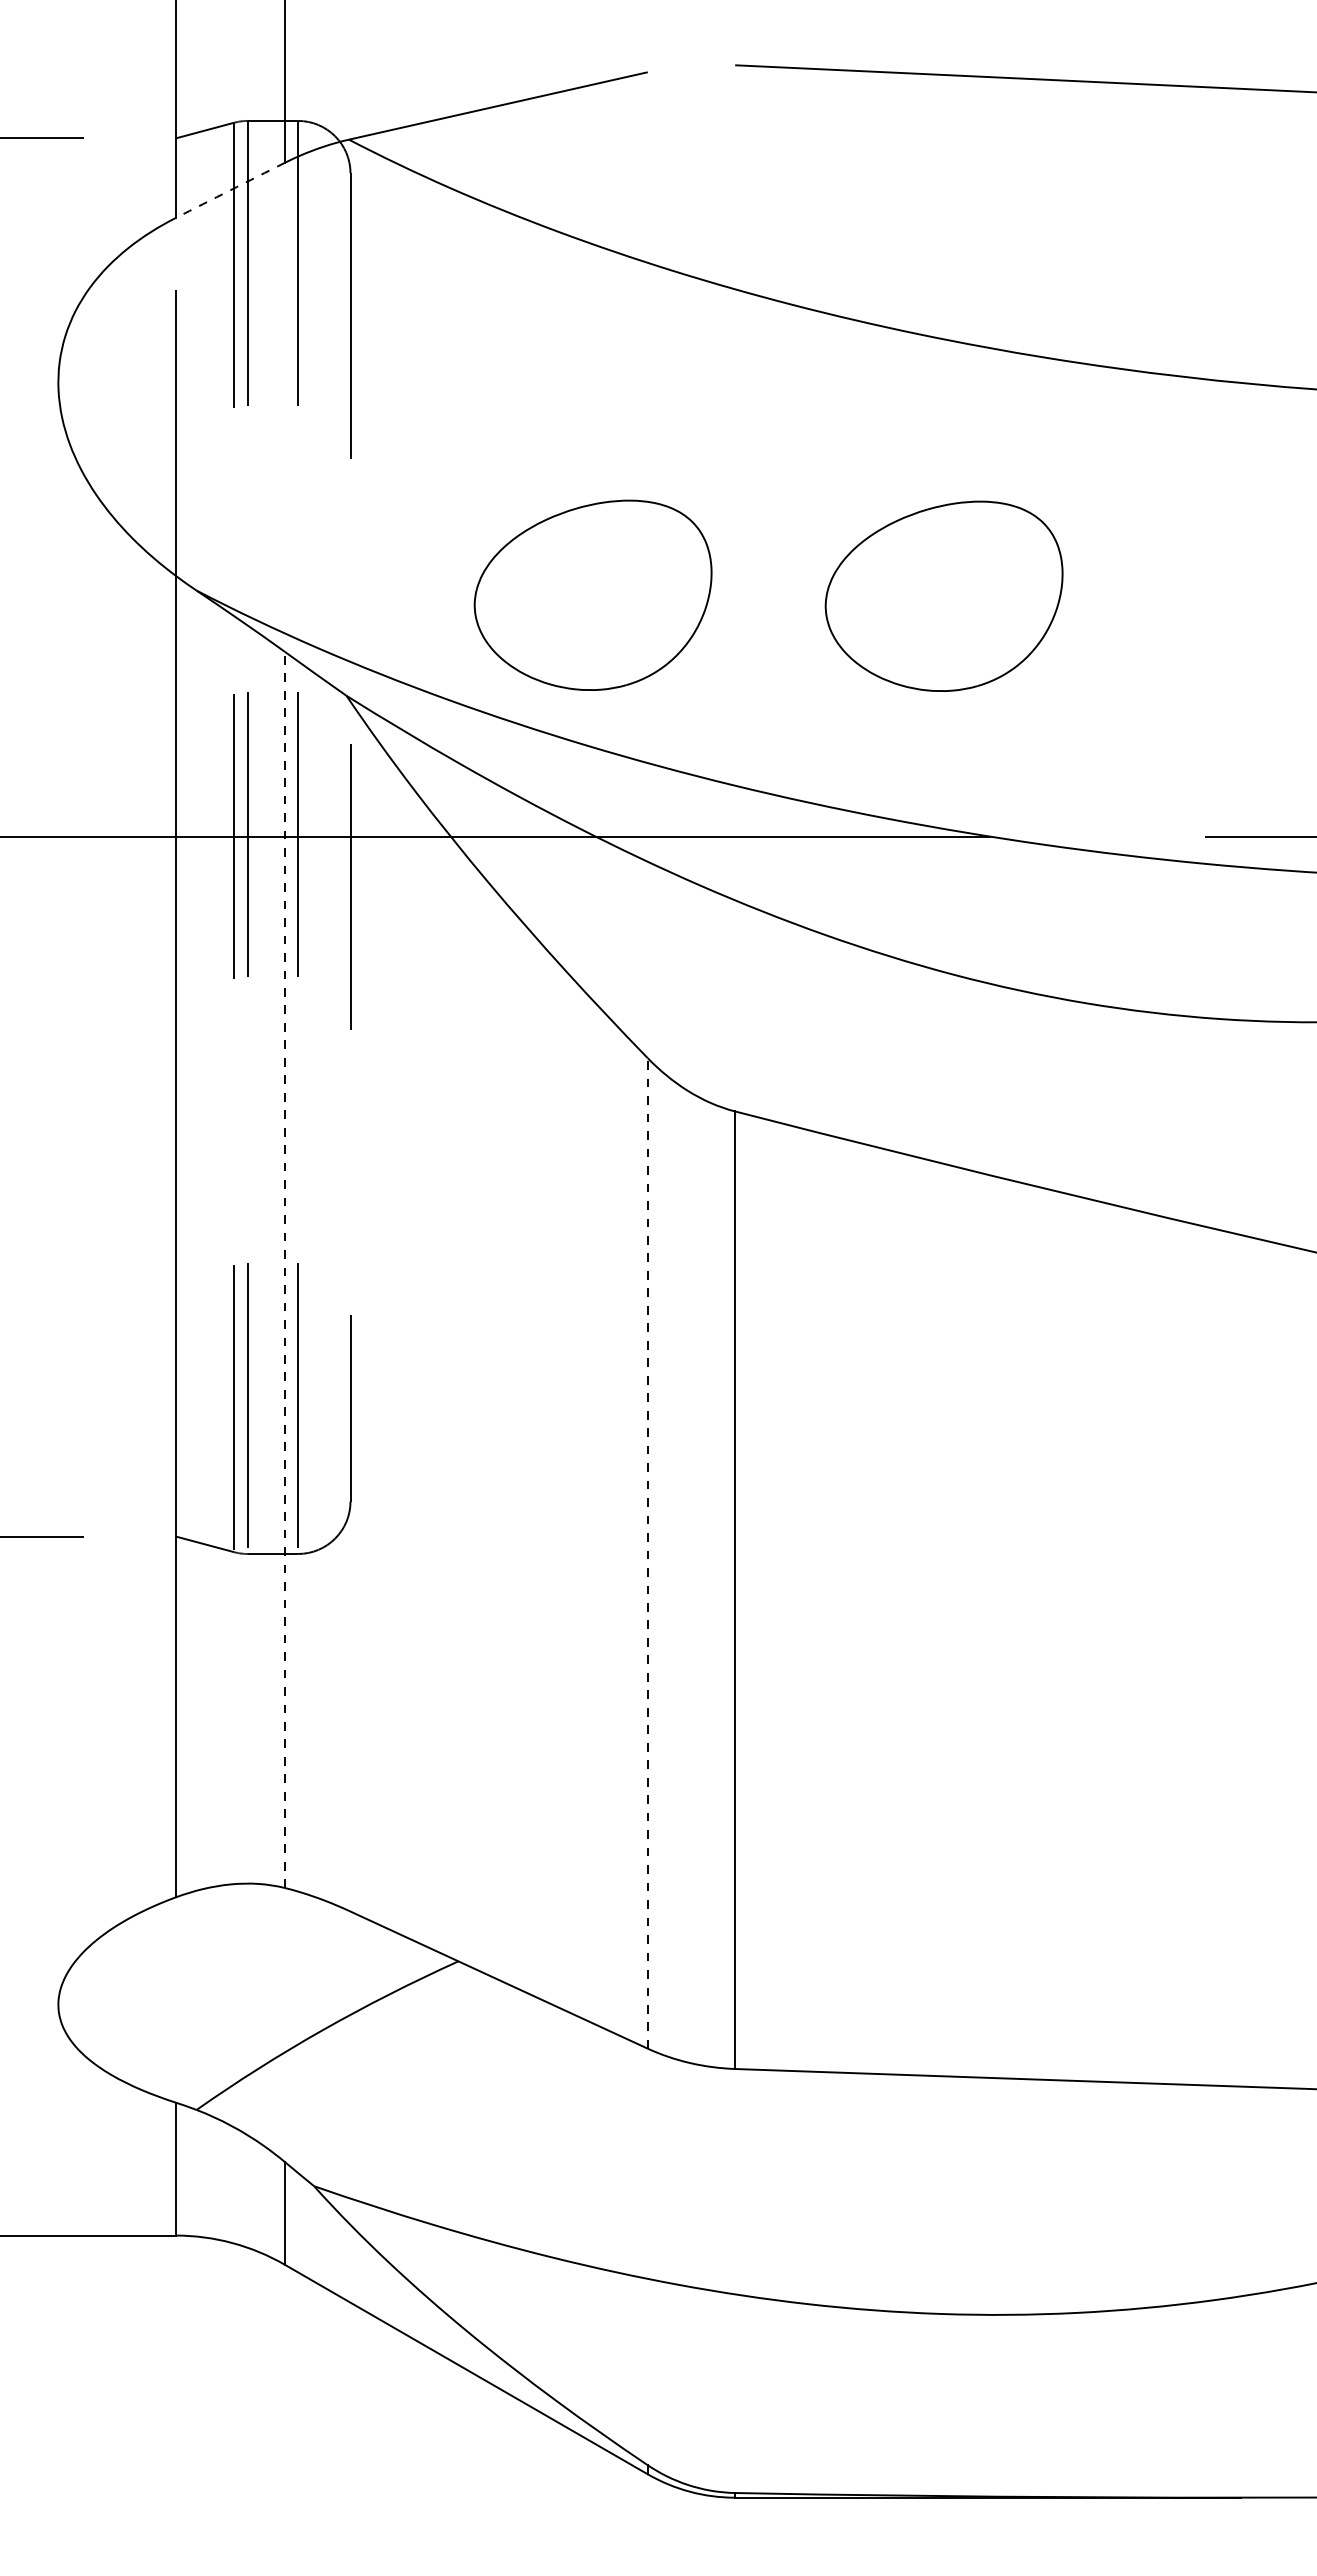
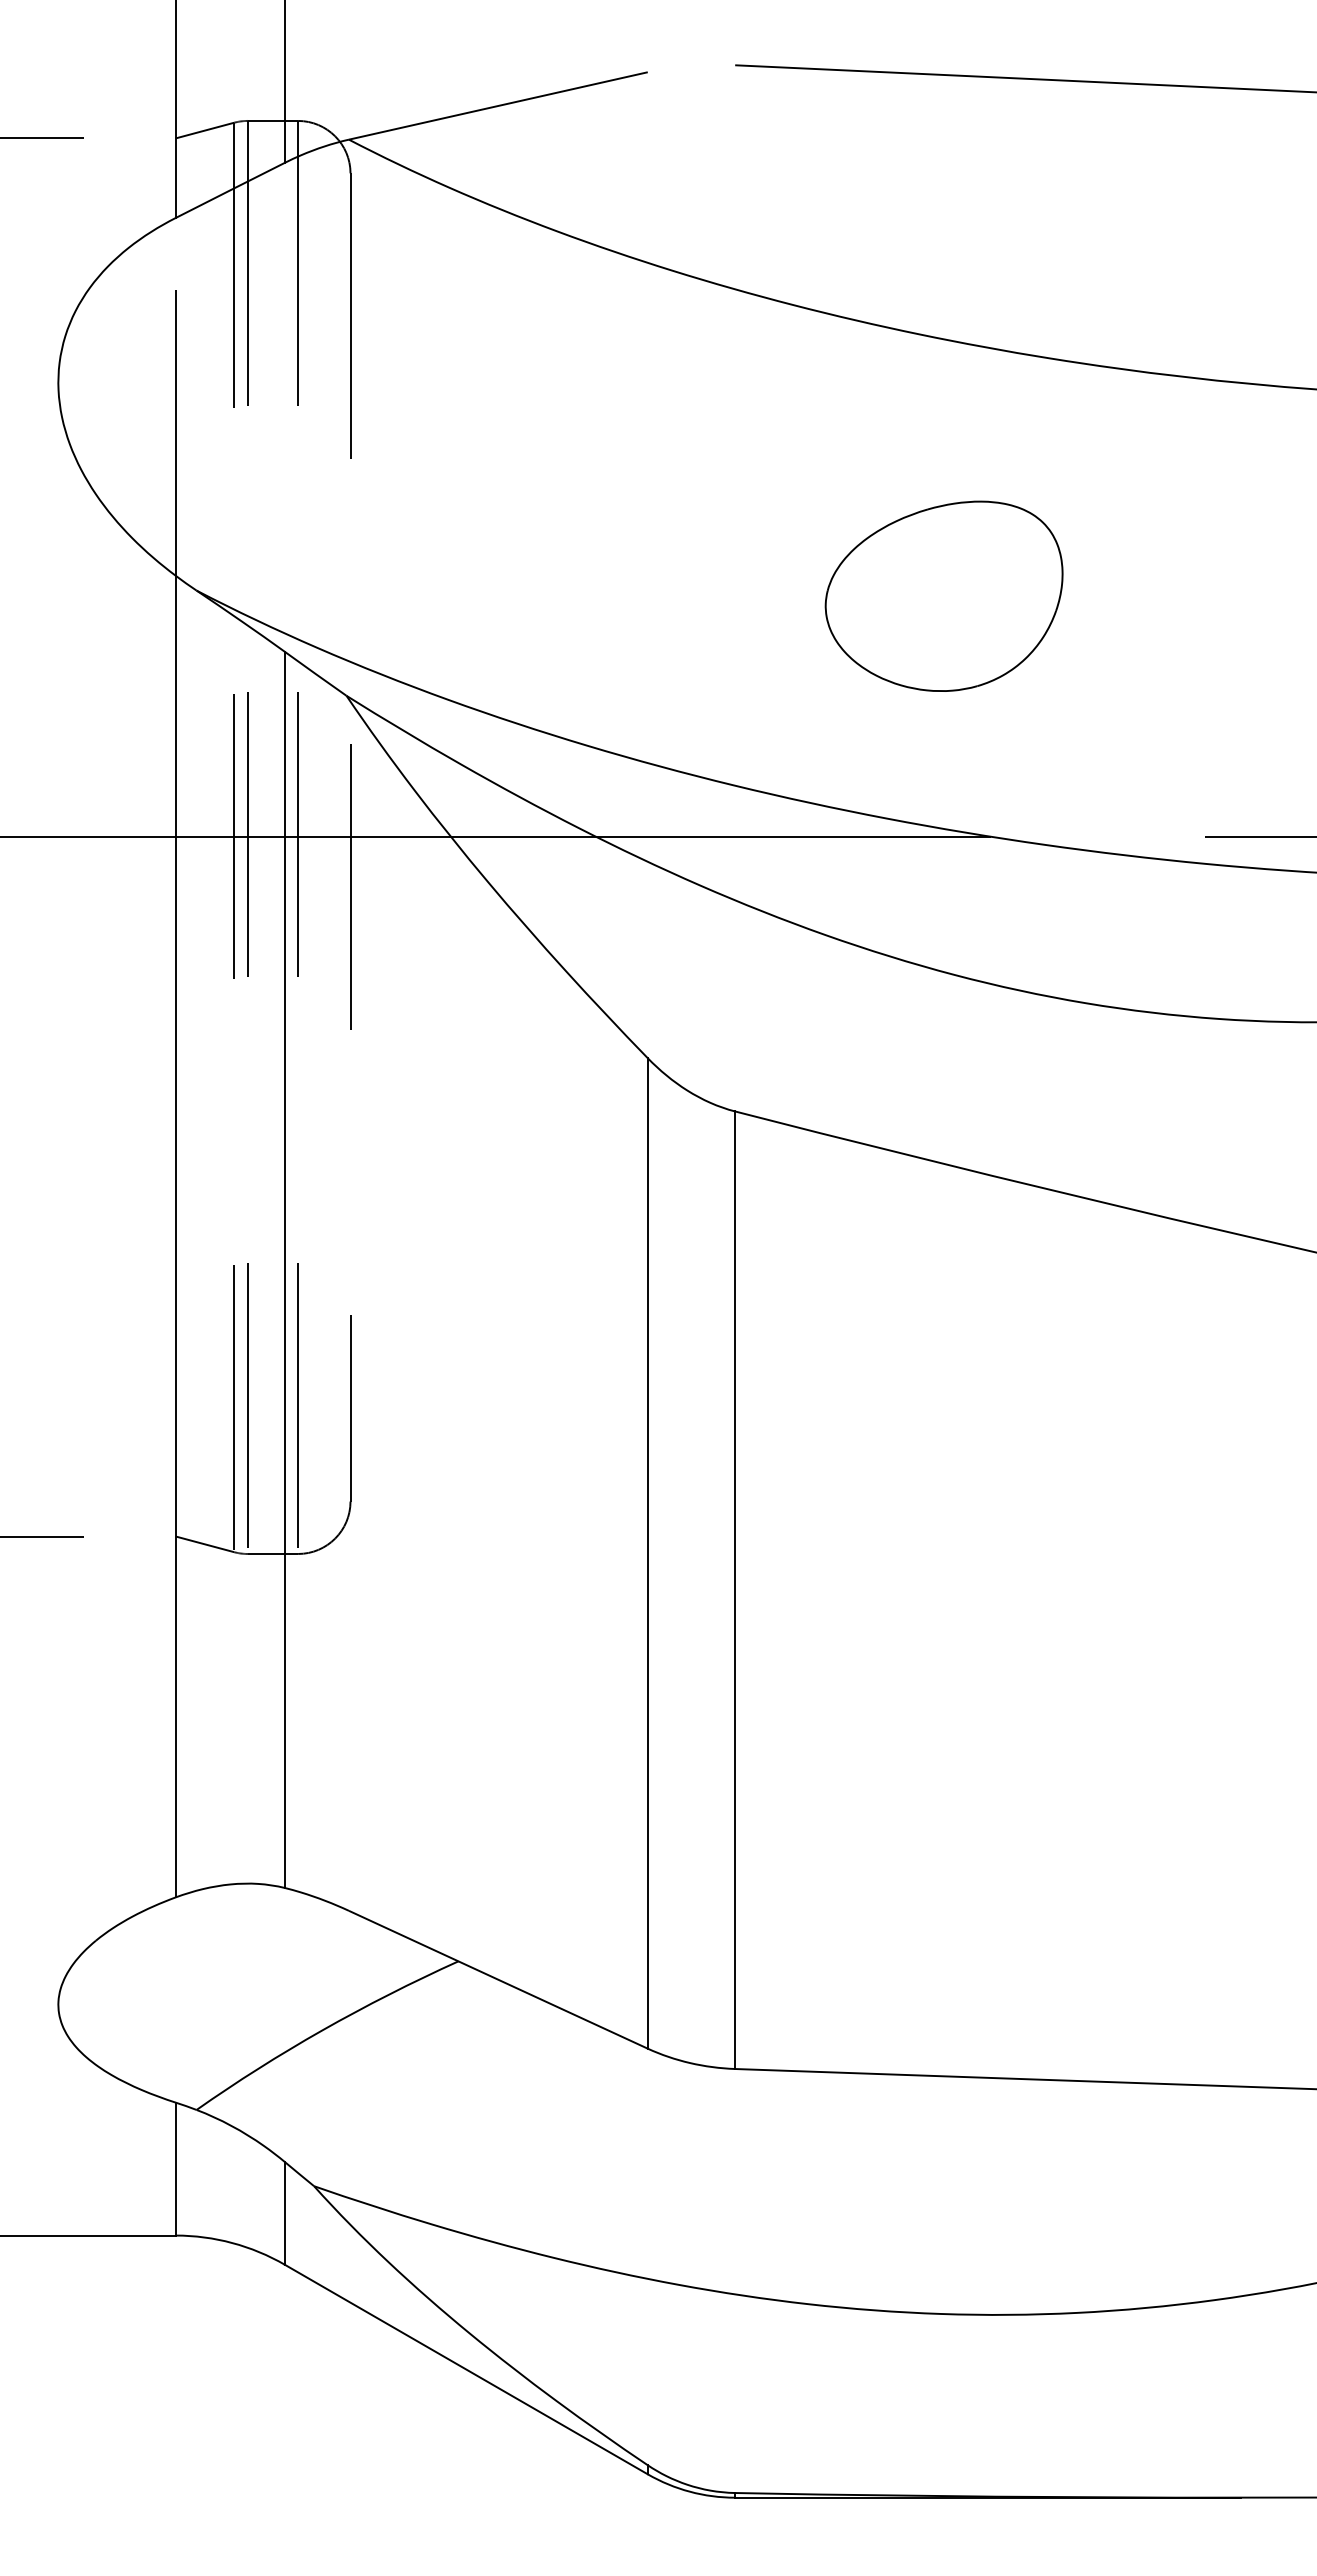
arc at (230, 190): dashed -> solid
part at (592, 594): present -> none
line at (284, 1269): dashed -> solid
line at (647, 1552): dashed -> solid
